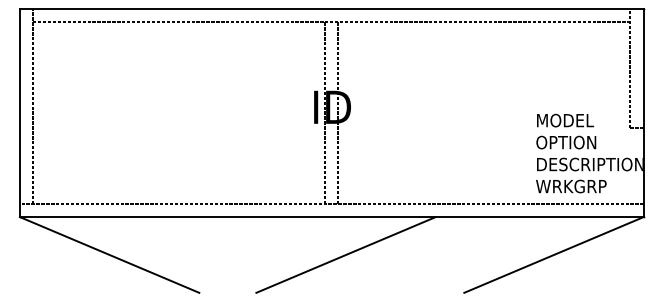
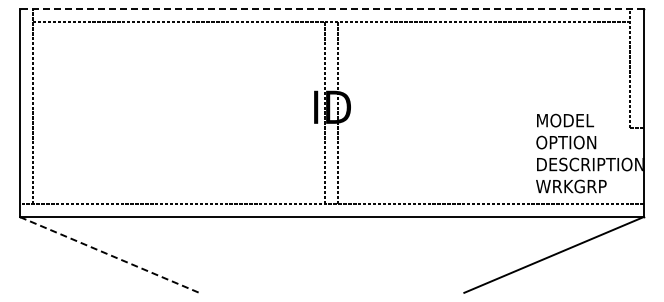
line at (331, 9): solid -> dashed
line at (345, 254): present -> none
line at (110, 255): solid -> dashed
